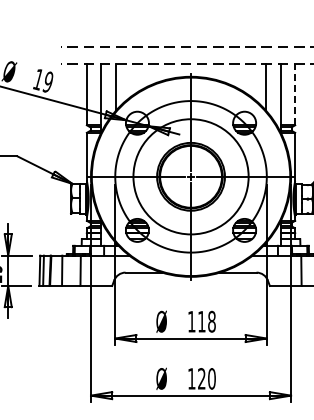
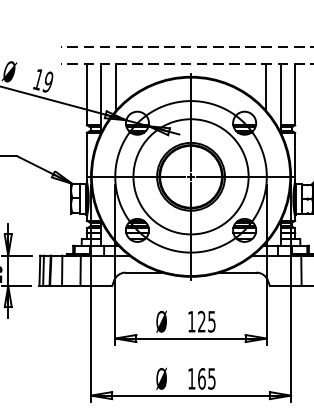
line at (295, 94): dashed -> solid
text at (206, 321): 118 -> 125
text at (206, 378): 120 -> 165
